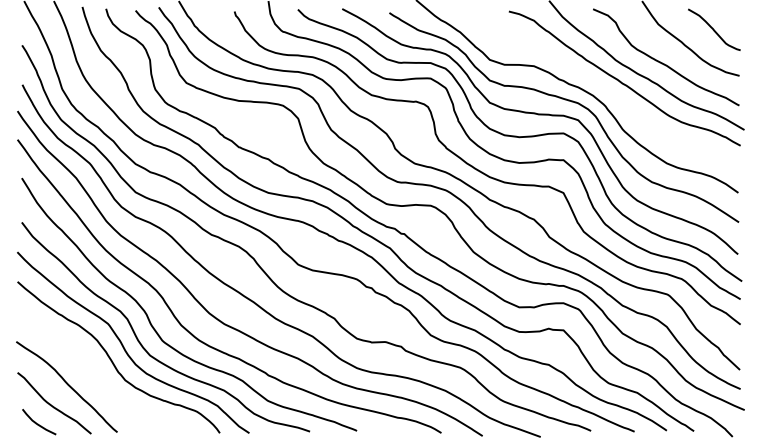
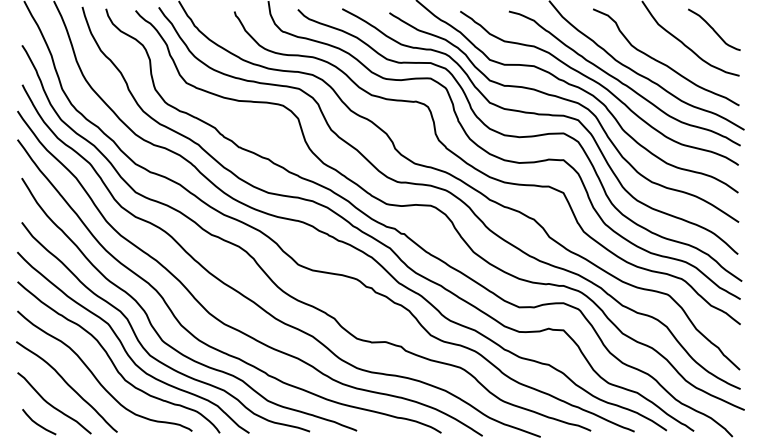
curve at (601, 86): none -> present
curve at (95, 375): none -> present
